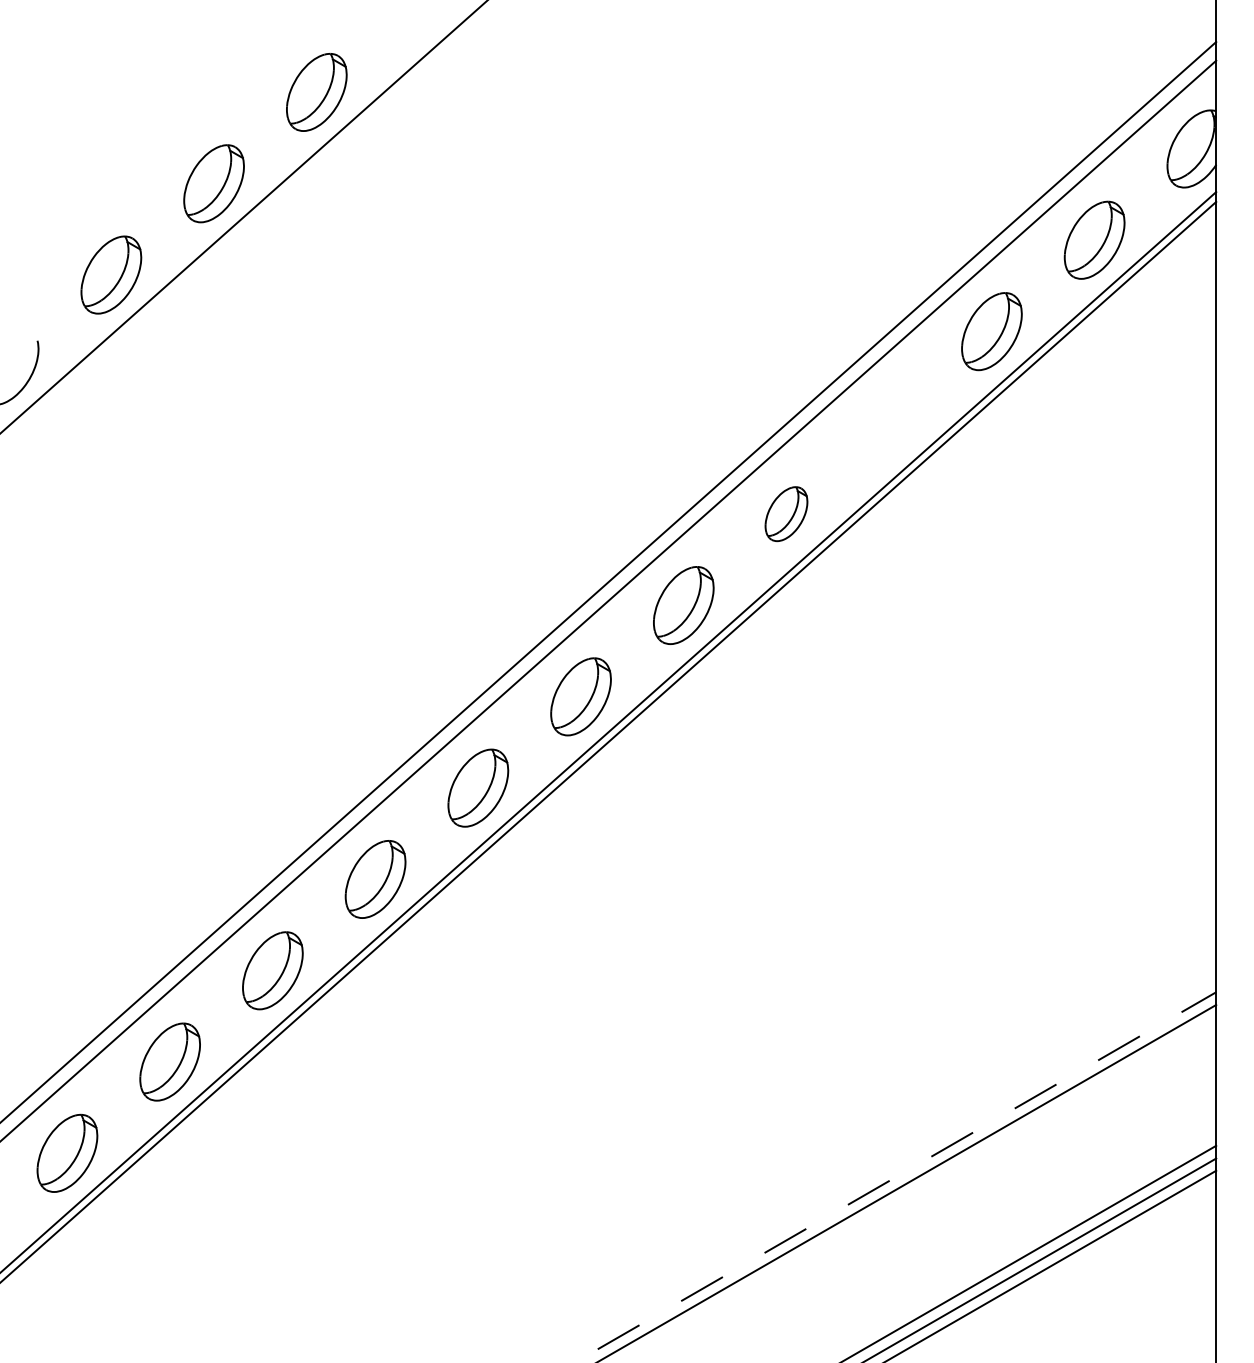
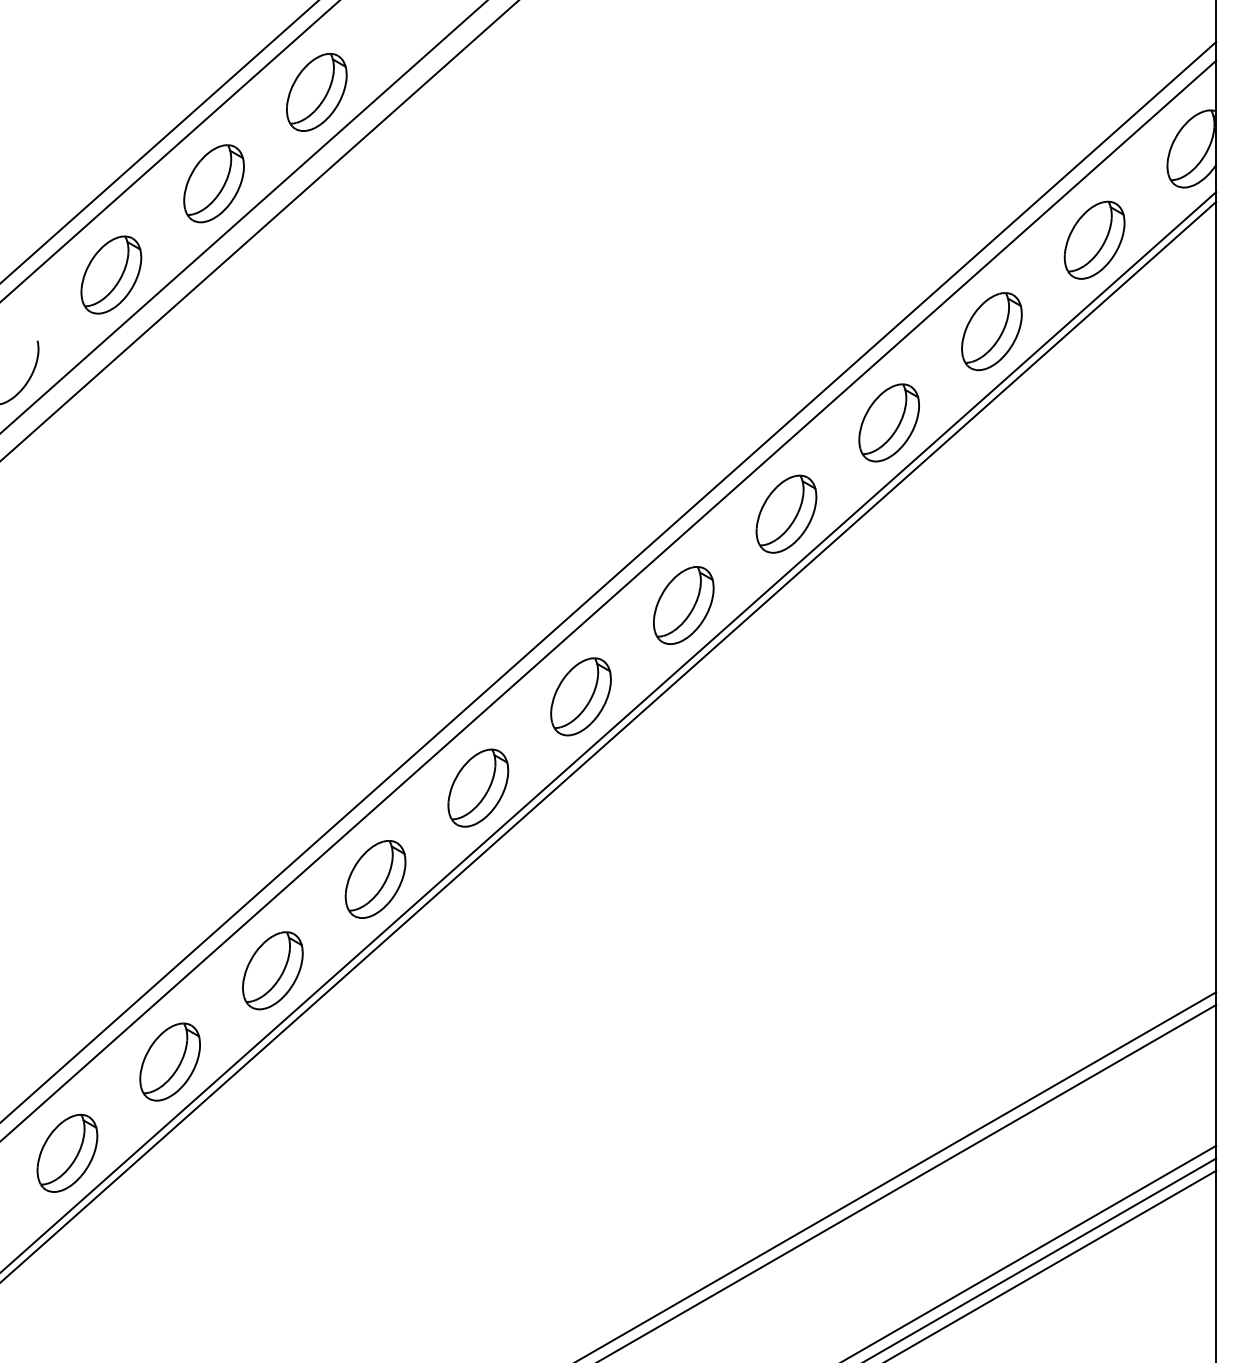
line at (159, 141): none -> present
line at (169, 151): none -> present
line at (259, 230): none -> present
part at (888, 422): none -> present
part at (786, 514) size: 45x57 px -> 63x80 px
line at (895, 1177): dashed -> solid
